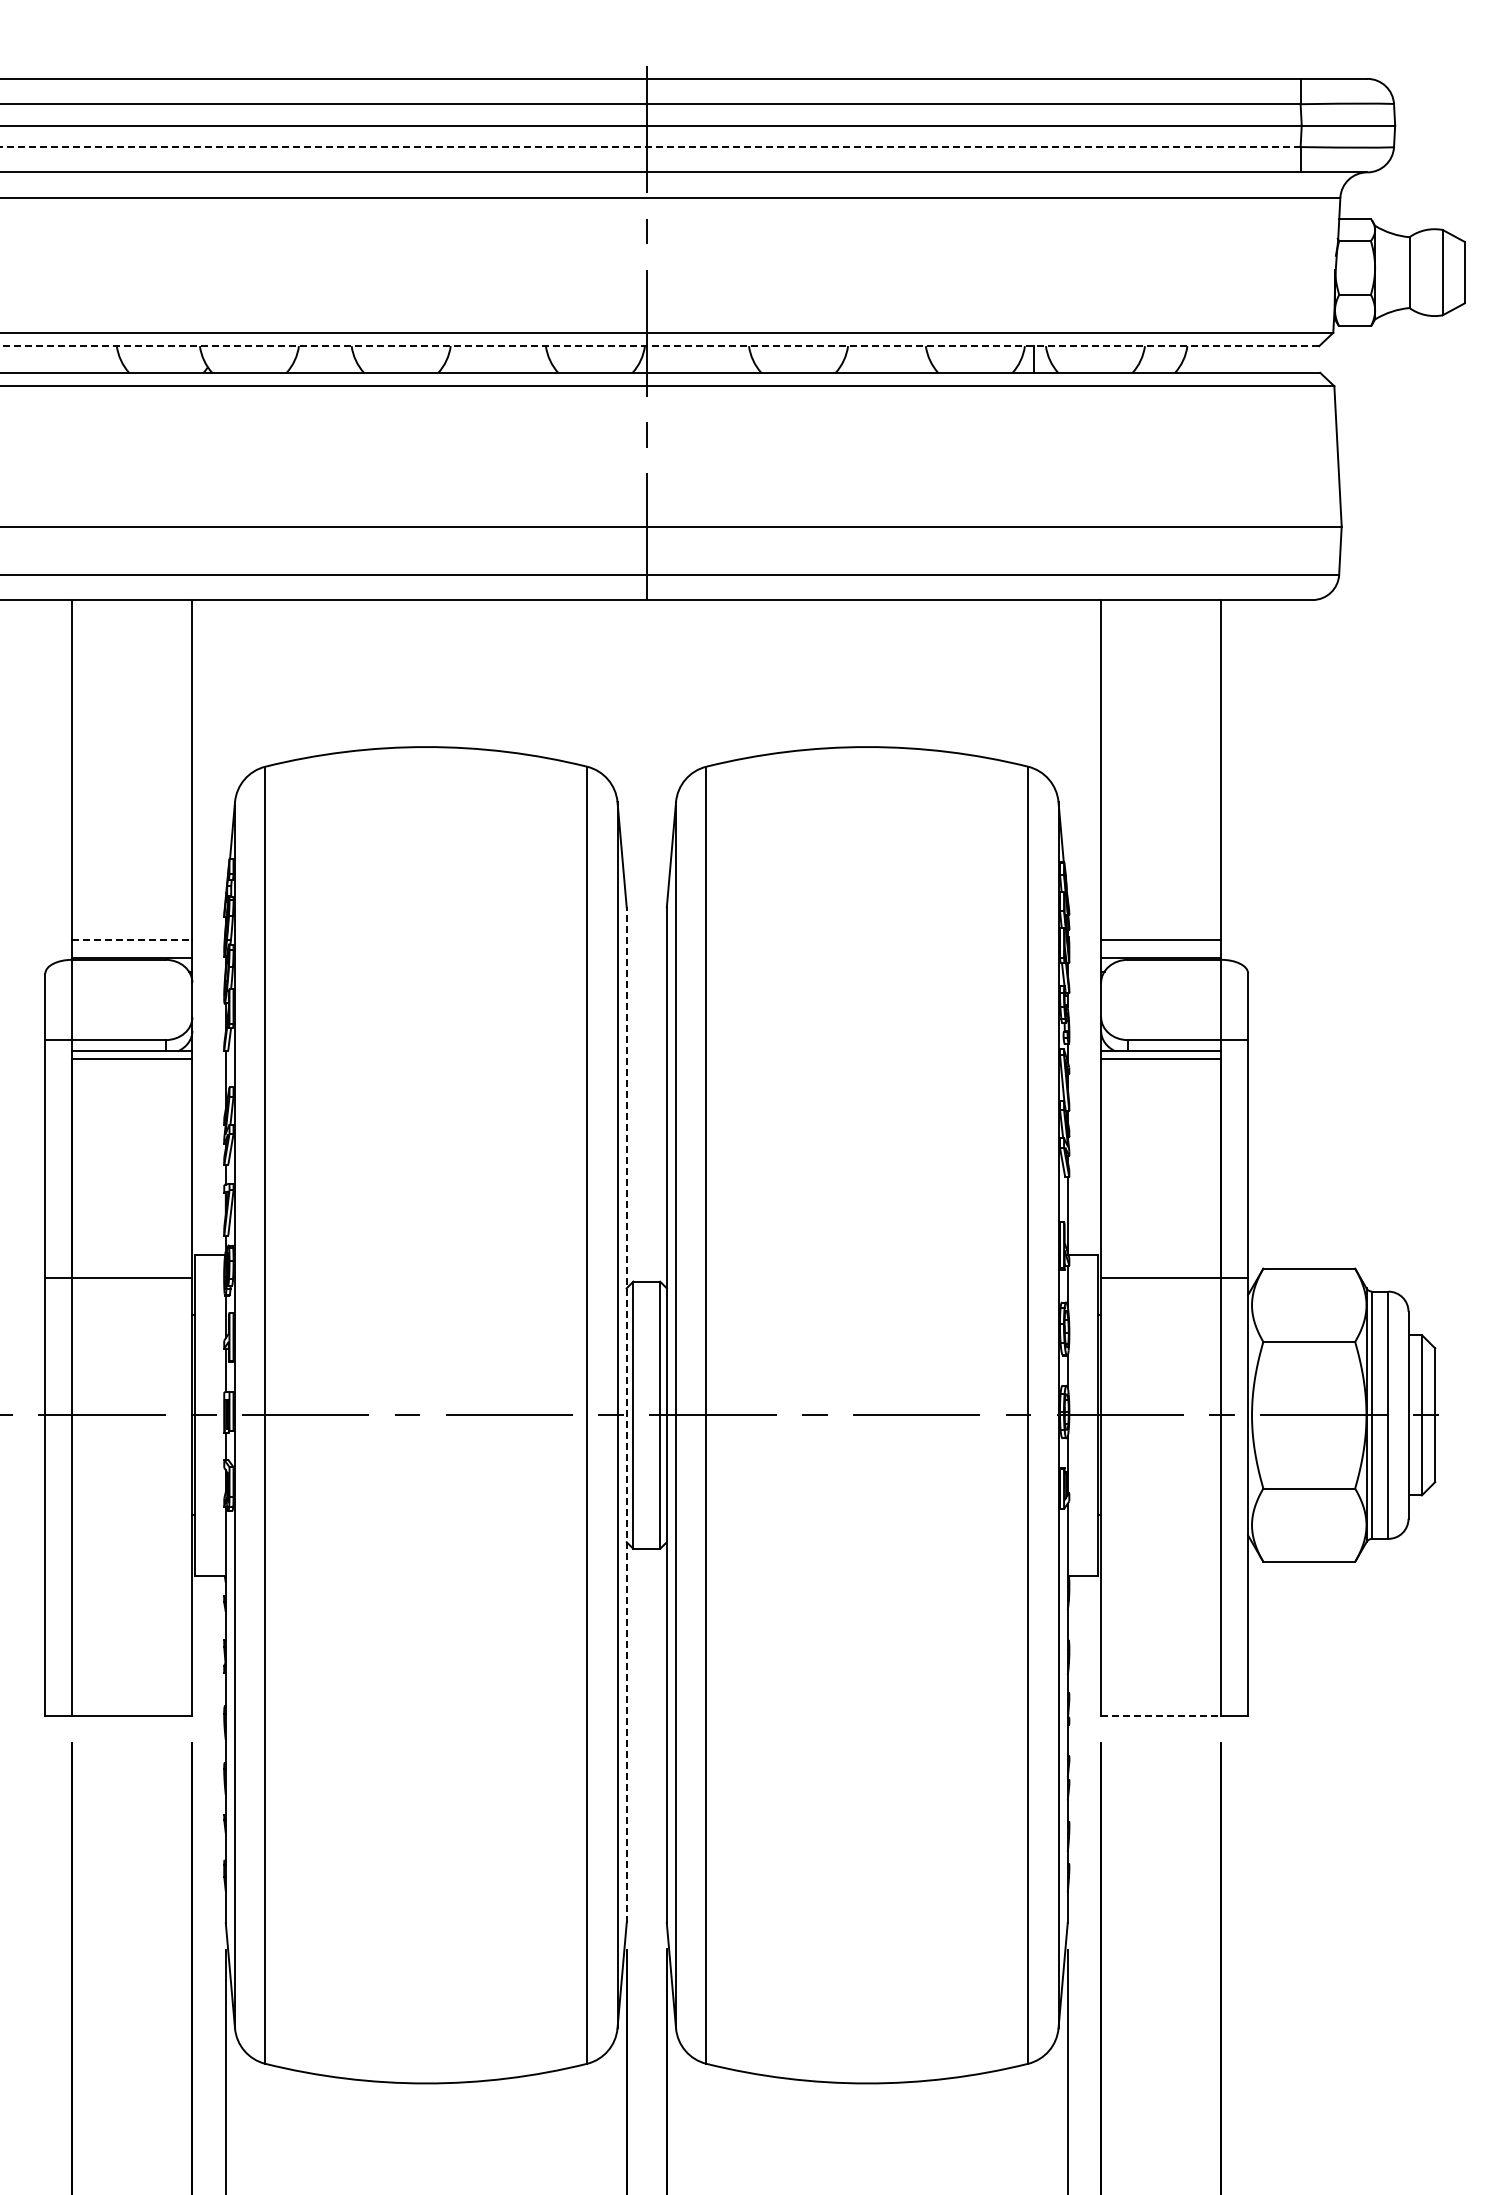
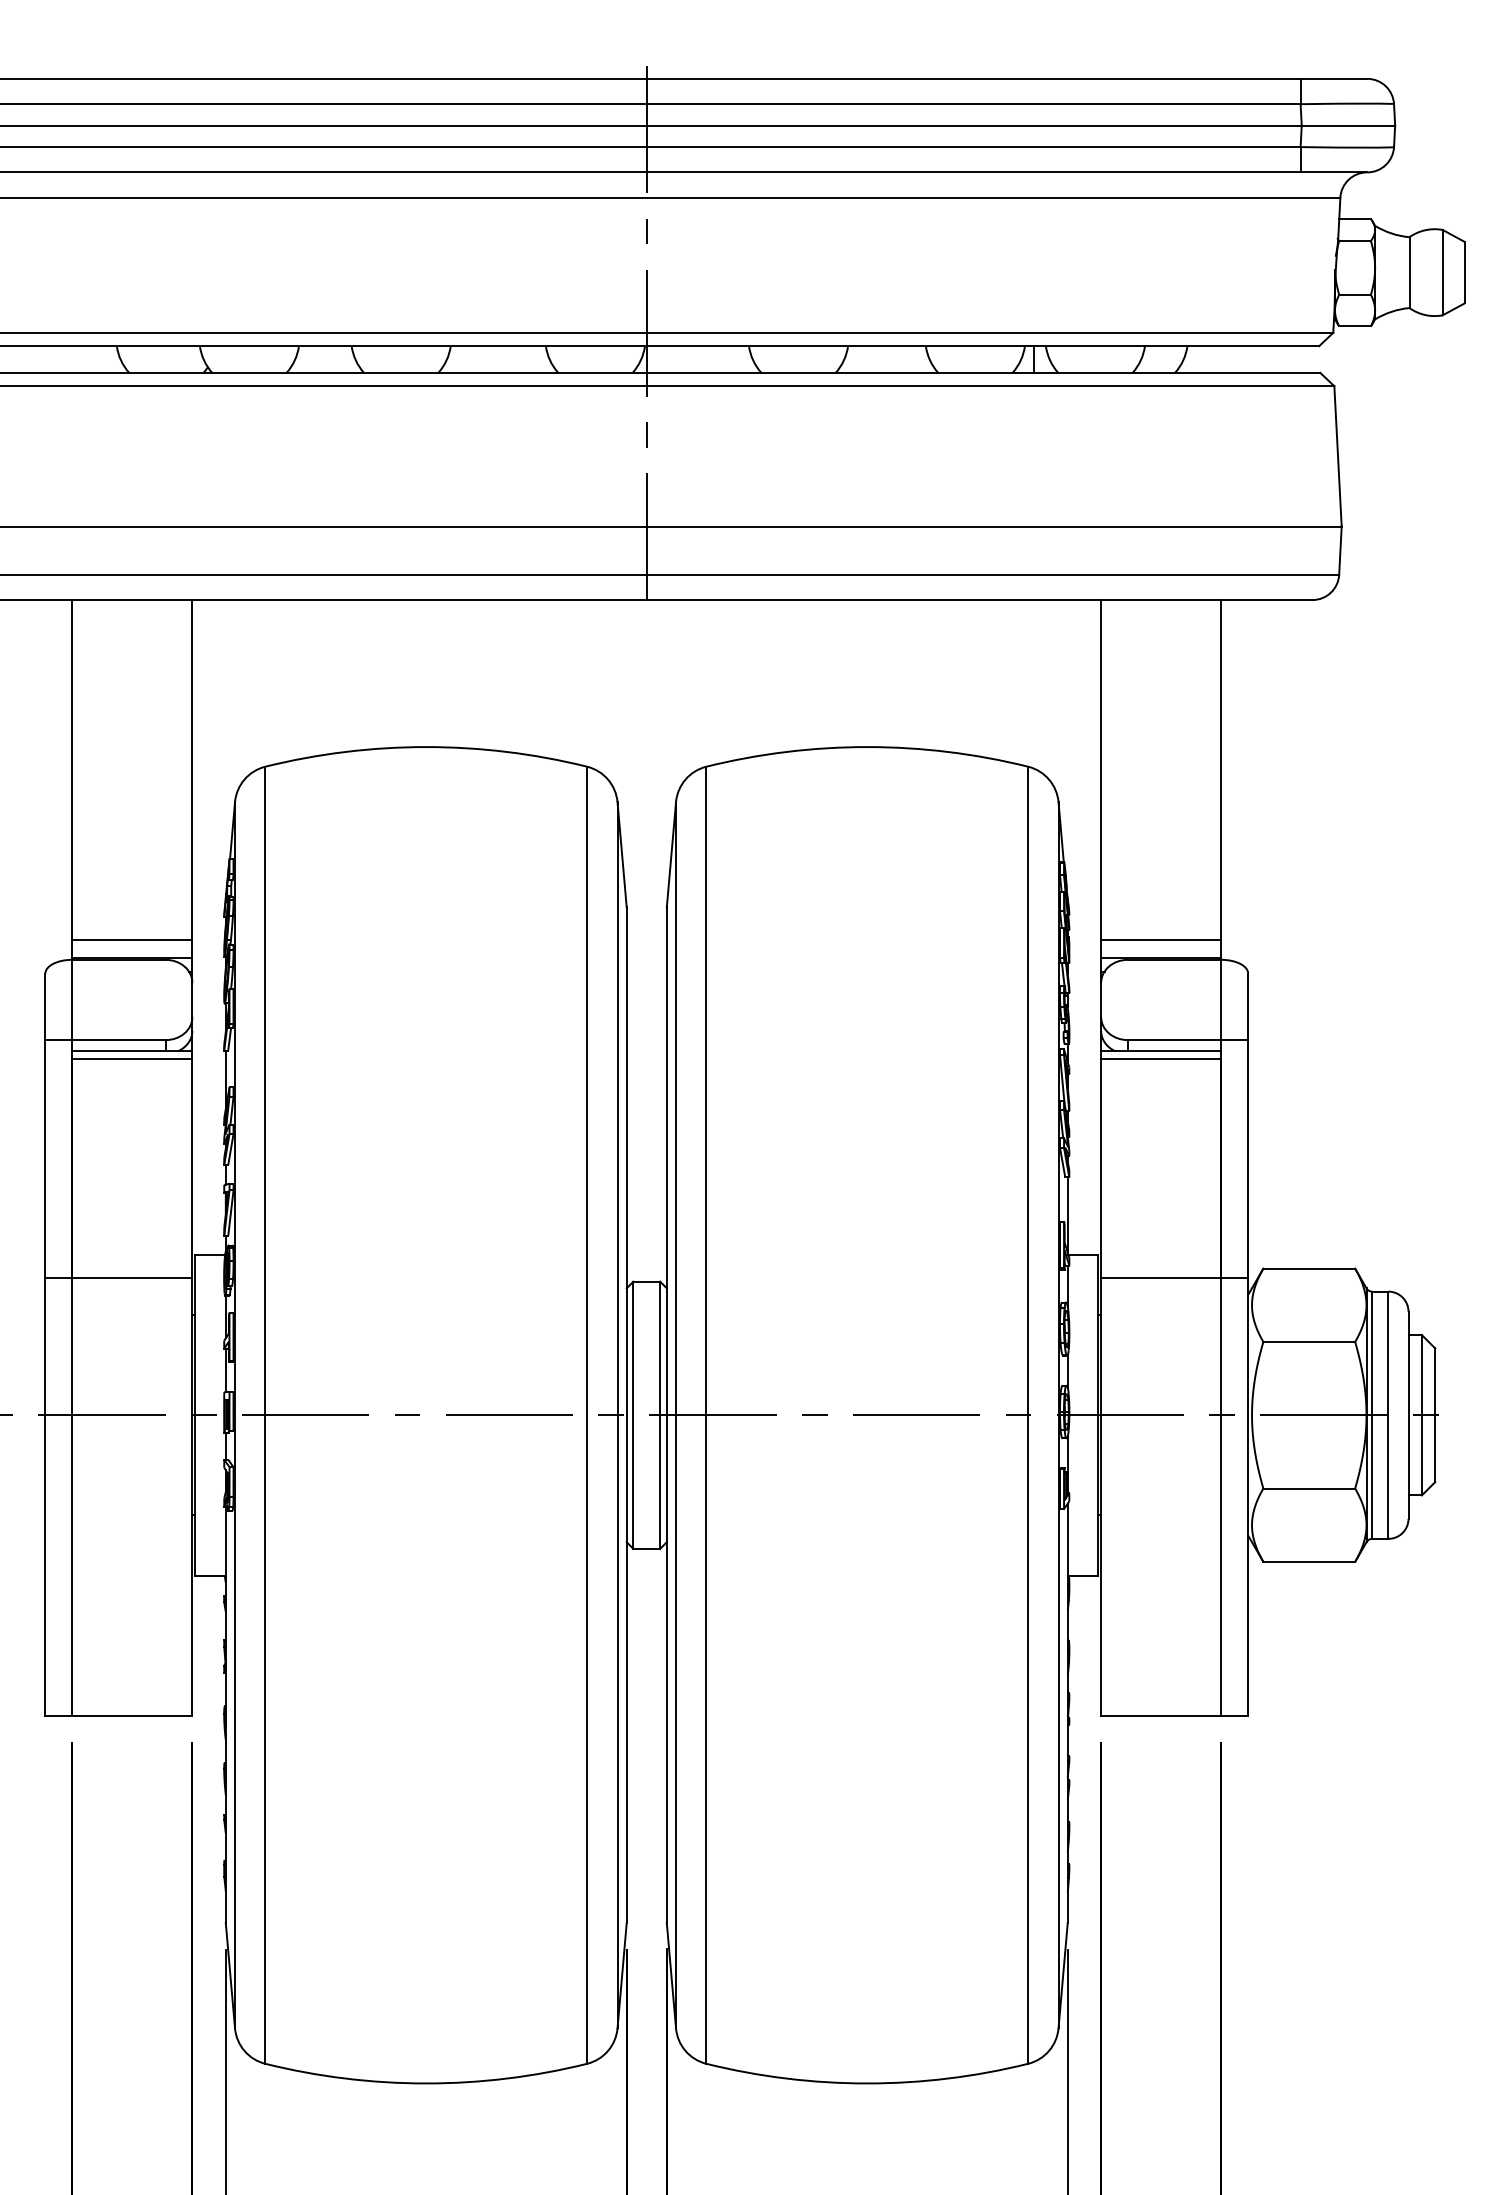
line at (650, 147): dashed -> solid
line at (659, 346): dashed -> solid
line at (132, 940): dashed -> solid
line at (626, 1415): dashed -> solid
line at (1161, 1715): dashed -> solid
